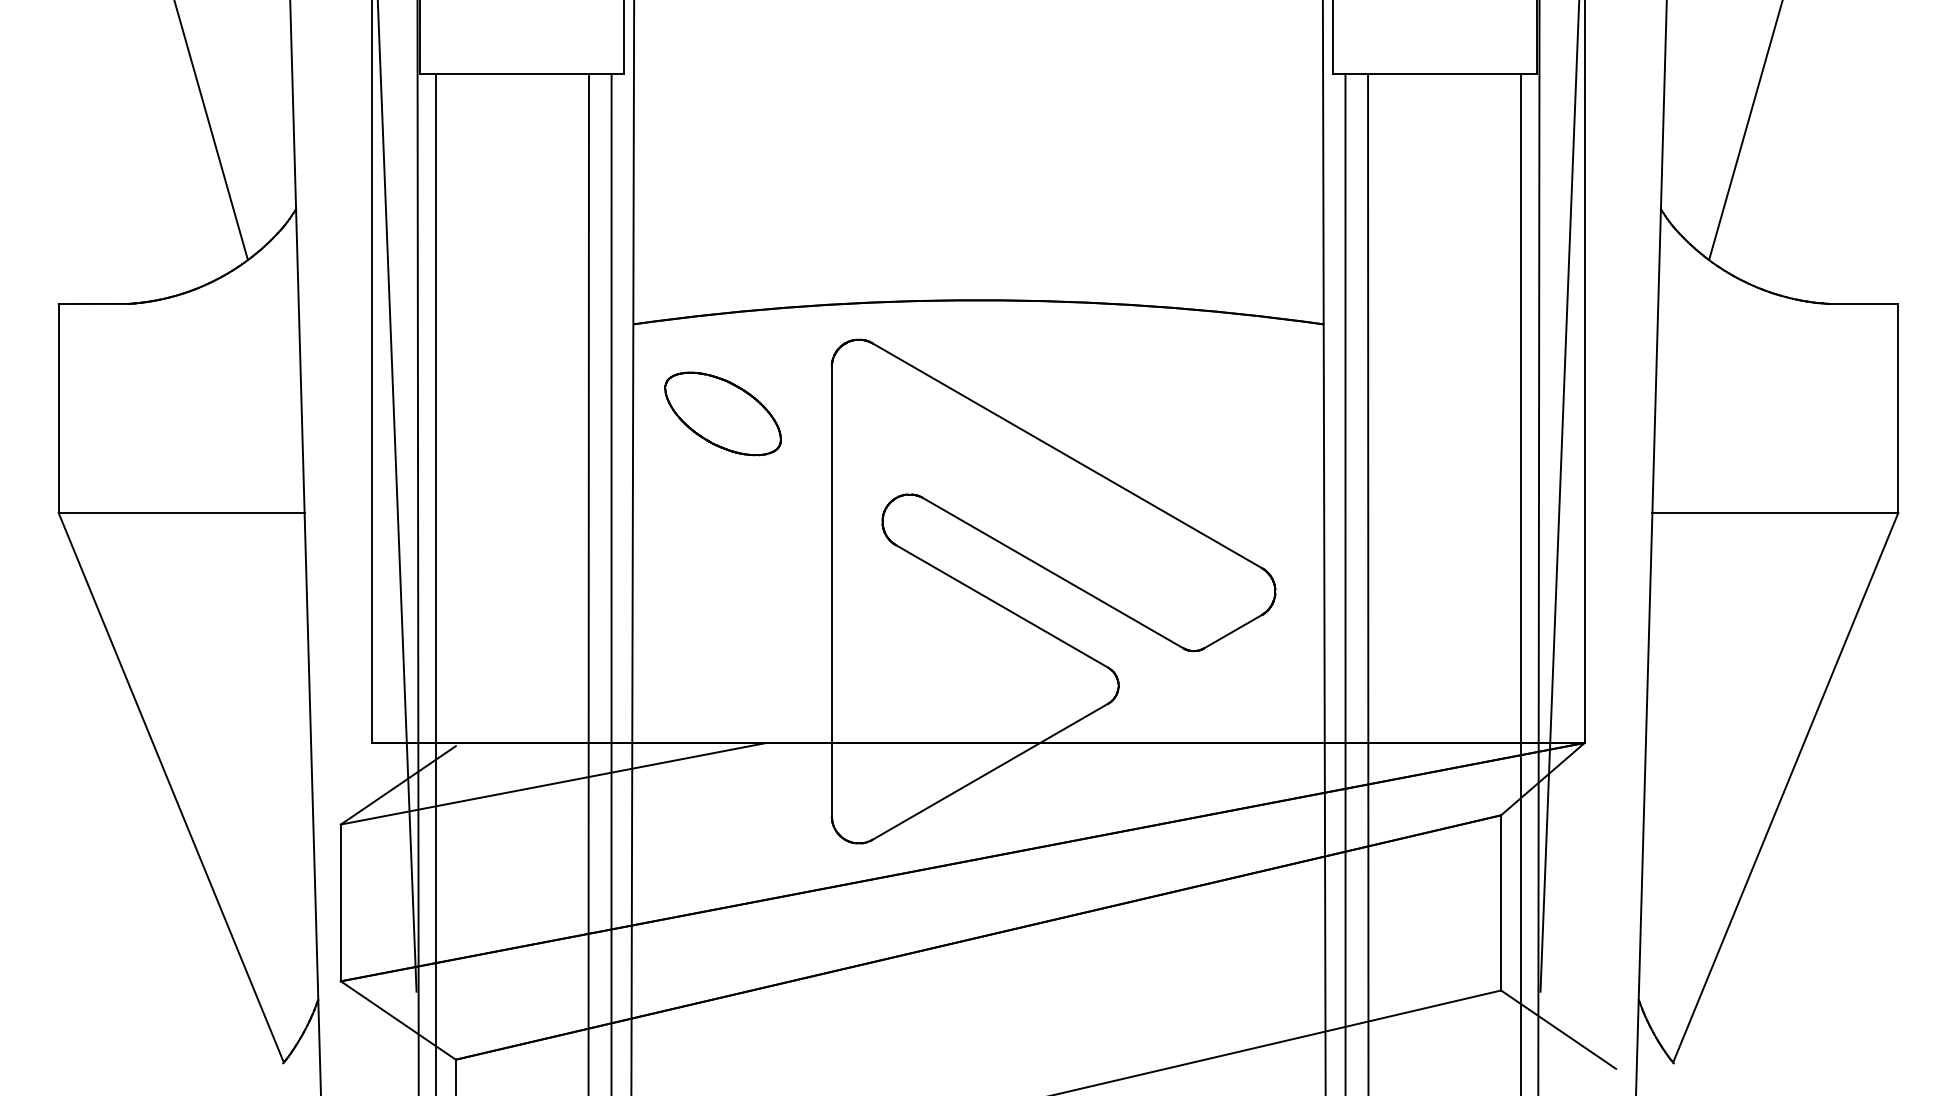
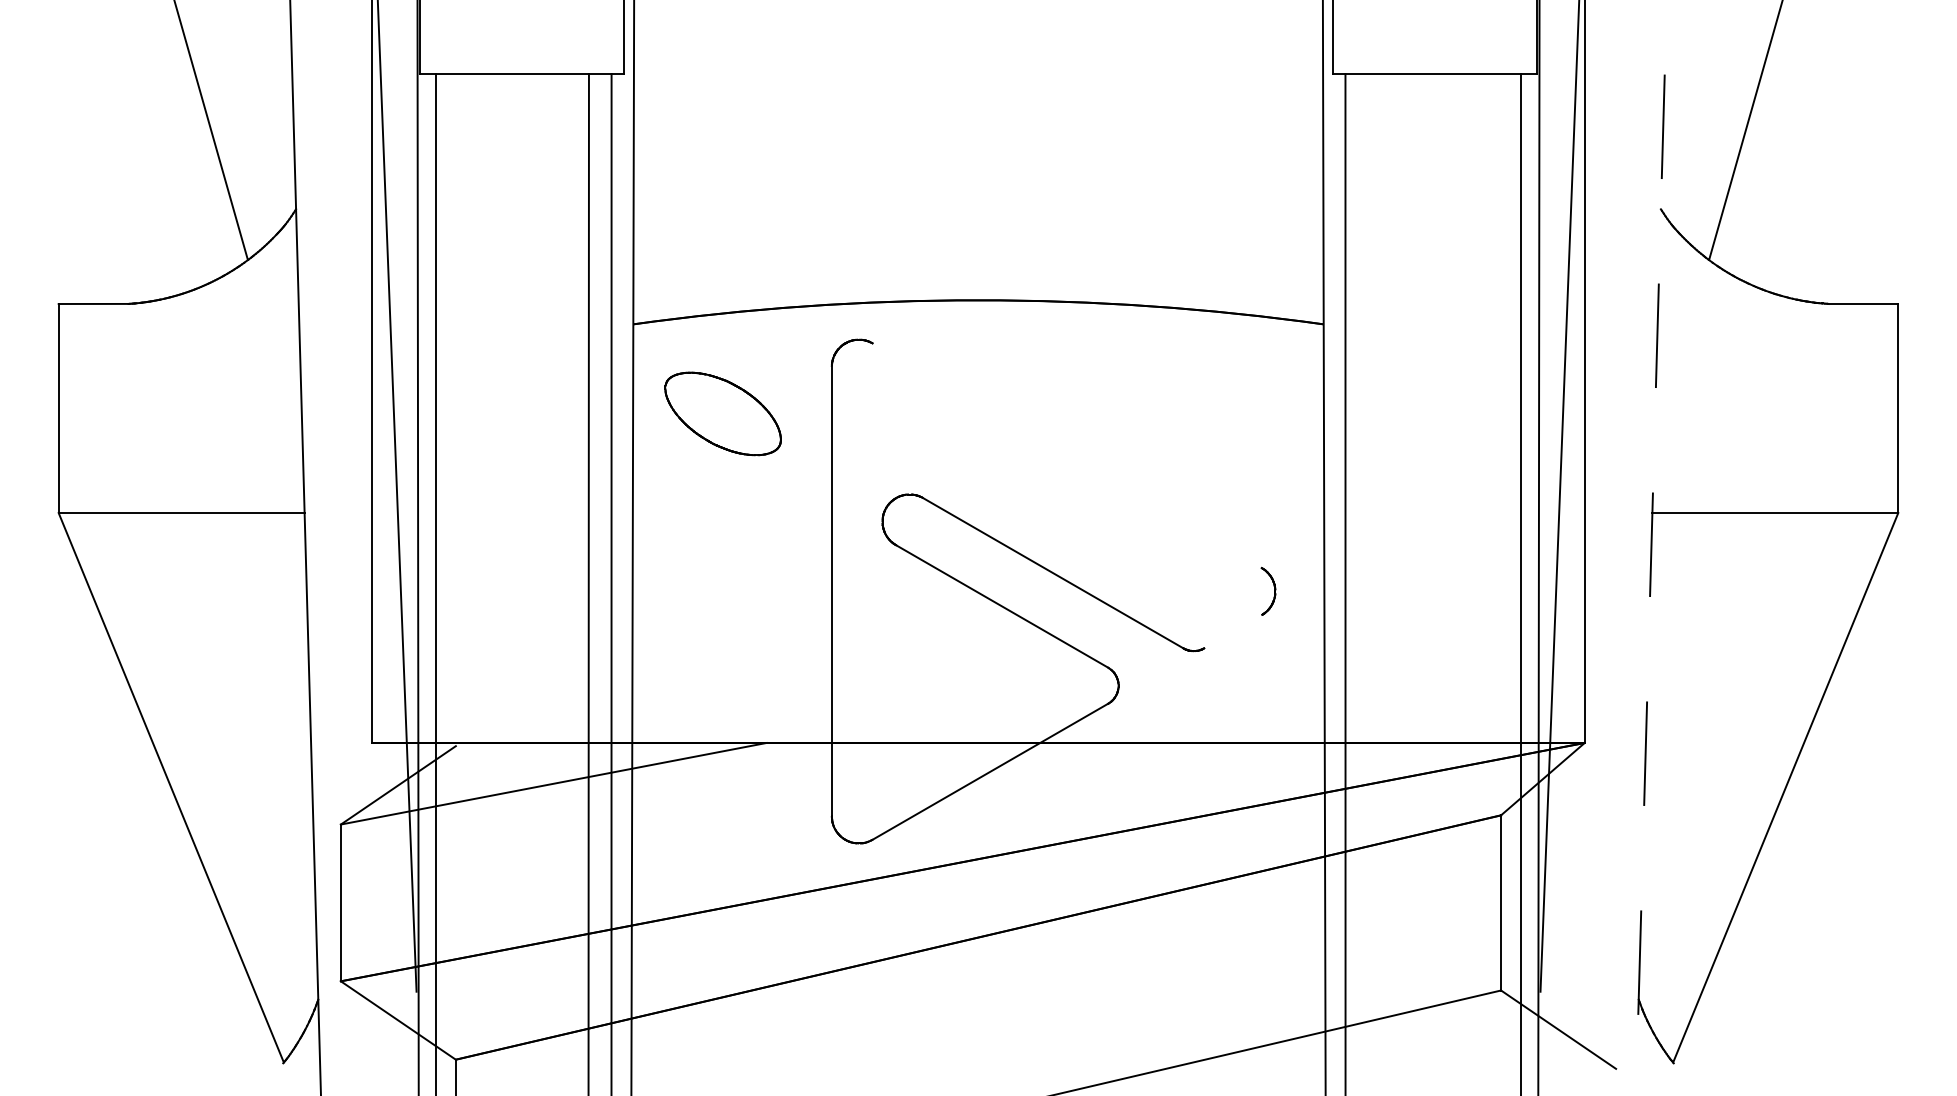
line at (1066, 455): present -> none
line at (1651, 547): solid -> dashed
line at (1368, 583): present -> none
line at (1232, 631): present -> none
